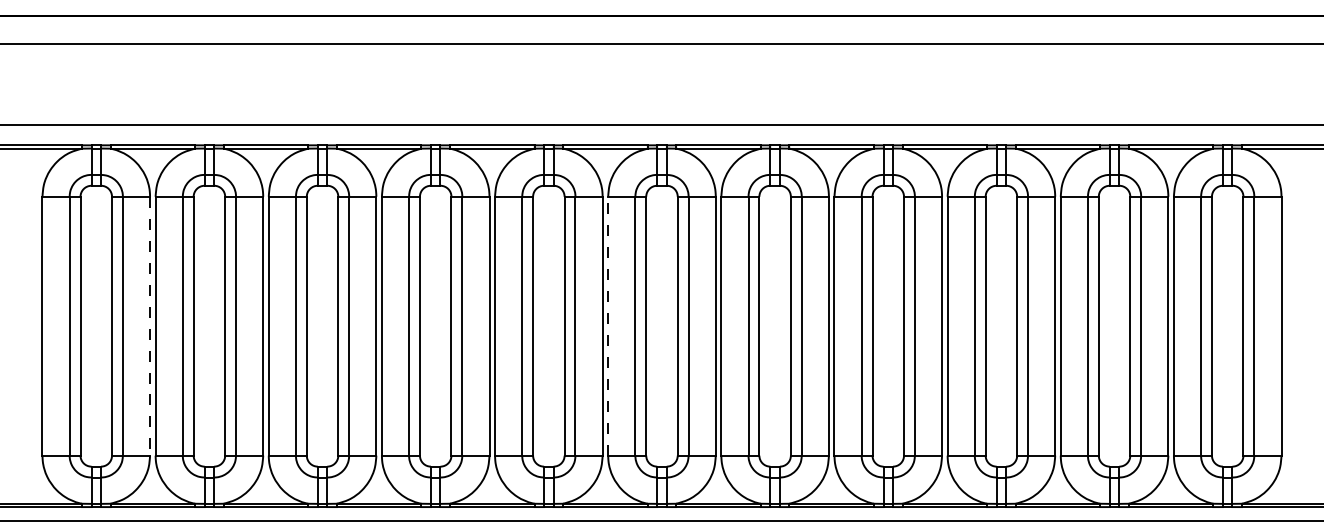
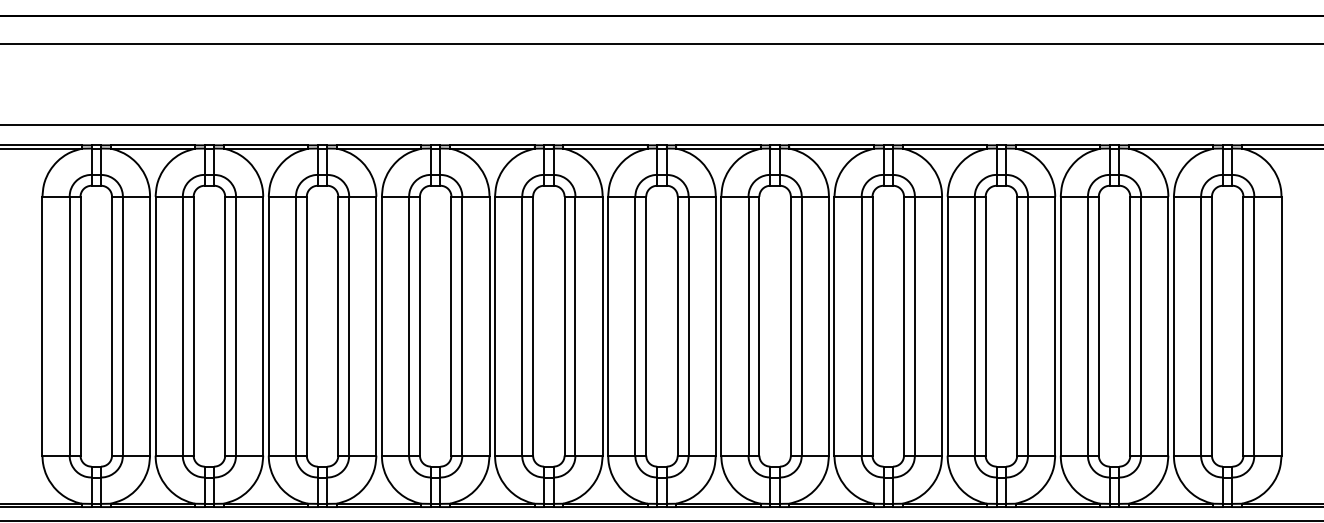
line at (608, 325): dashed -> solid
line at (150, 326): dashed -> solid
